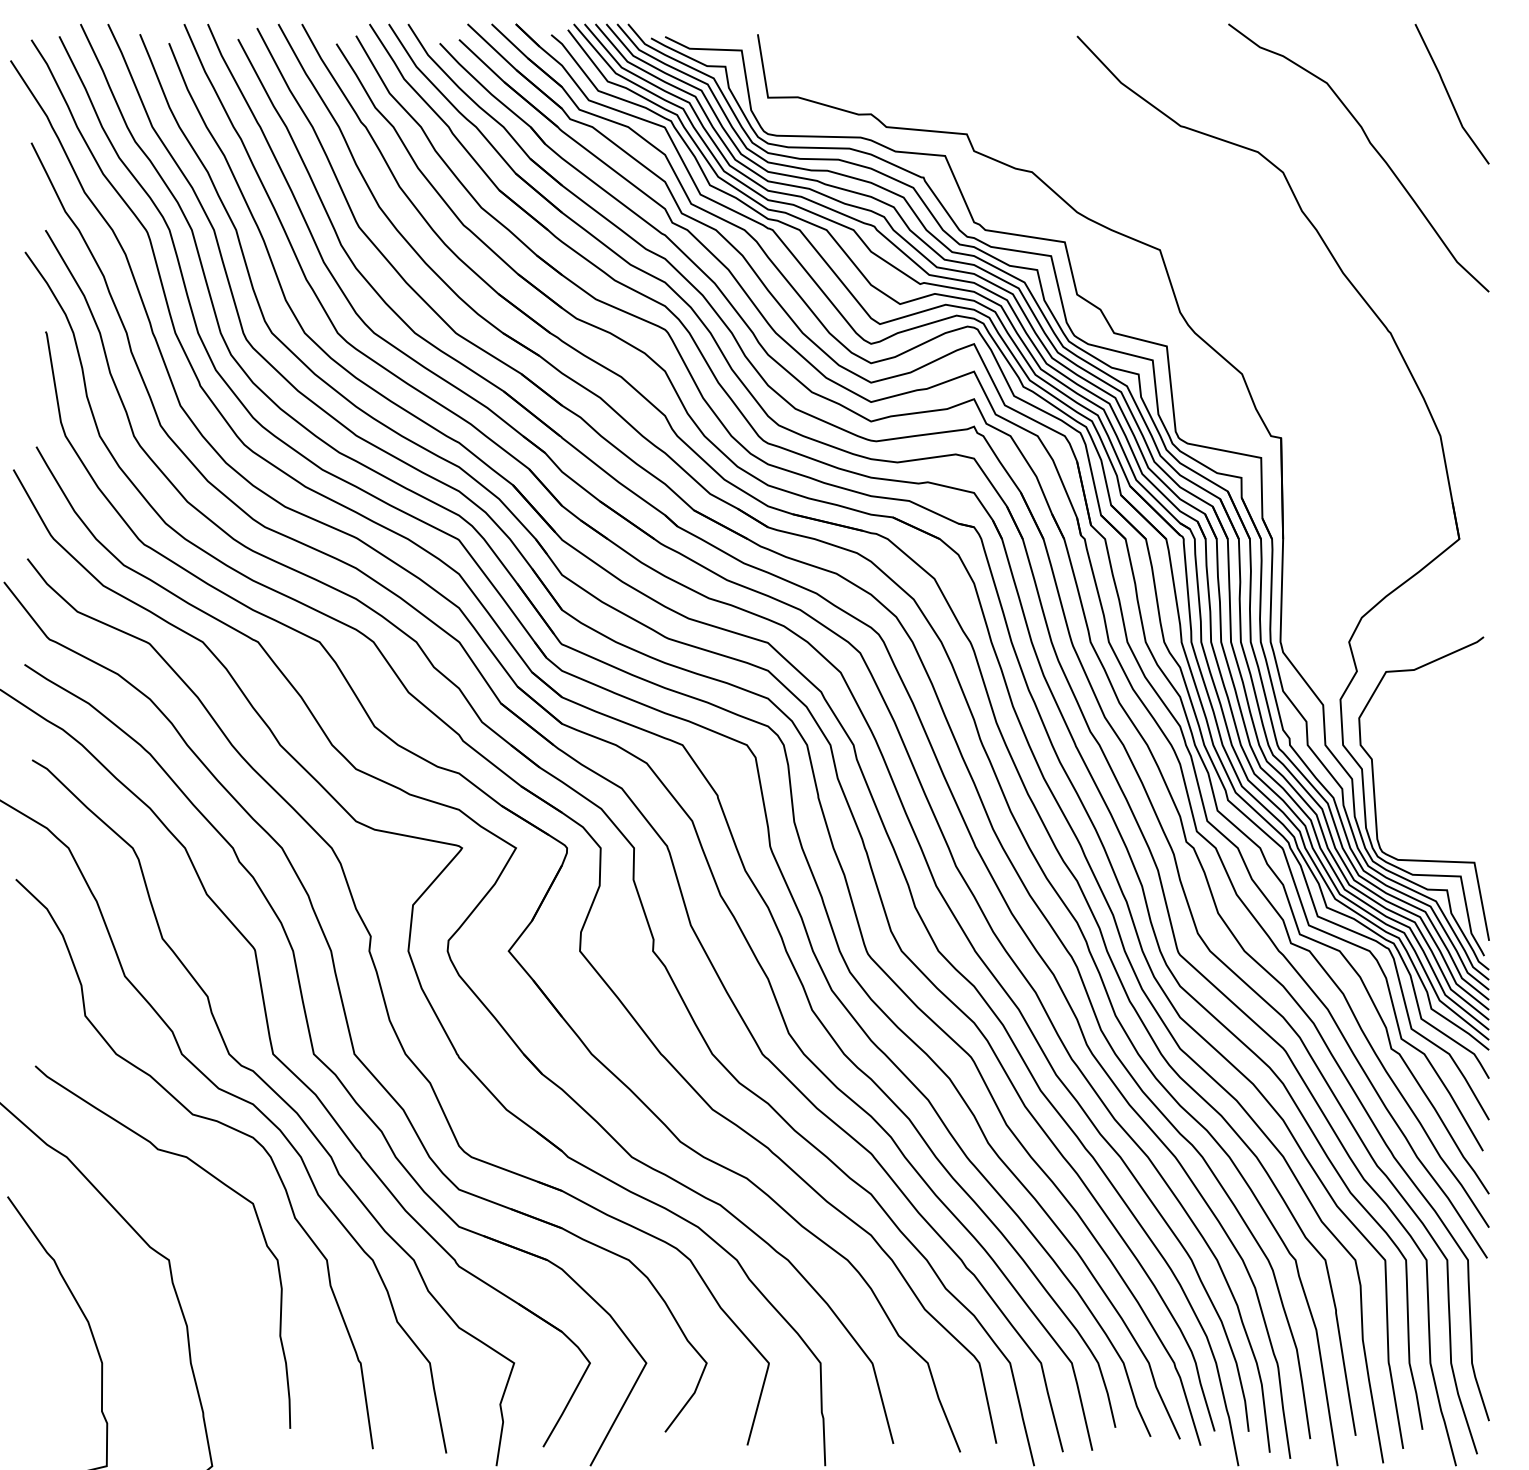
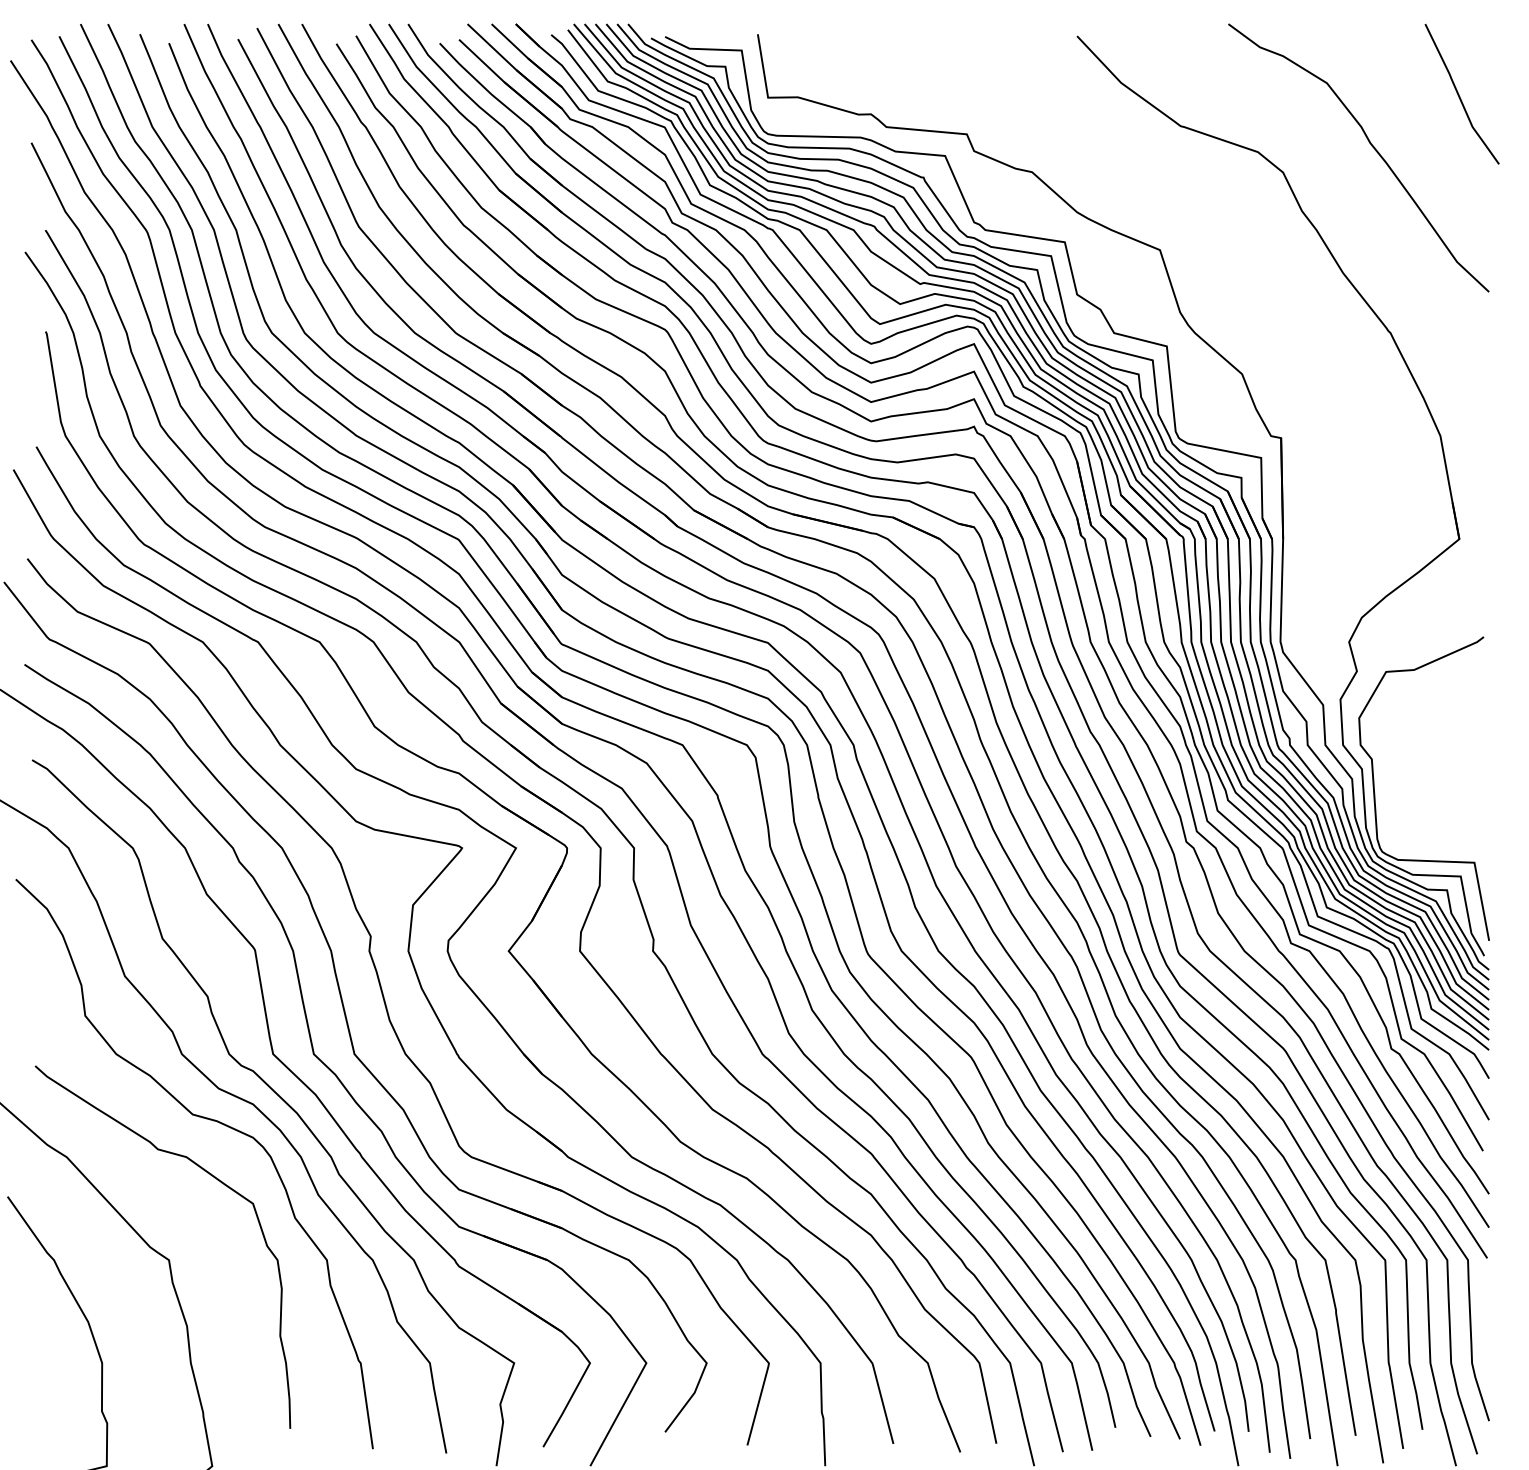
curve at (1449, 94) position: (1449, 94) -> (1459, 94)
